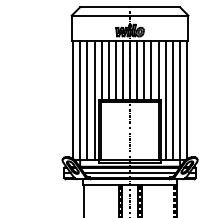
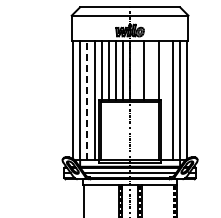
line at (137, 69): present -> none
line at (151, 69): present -> none
line at (87, 100): solid -> dashed
line at (165, 100): present -> none
